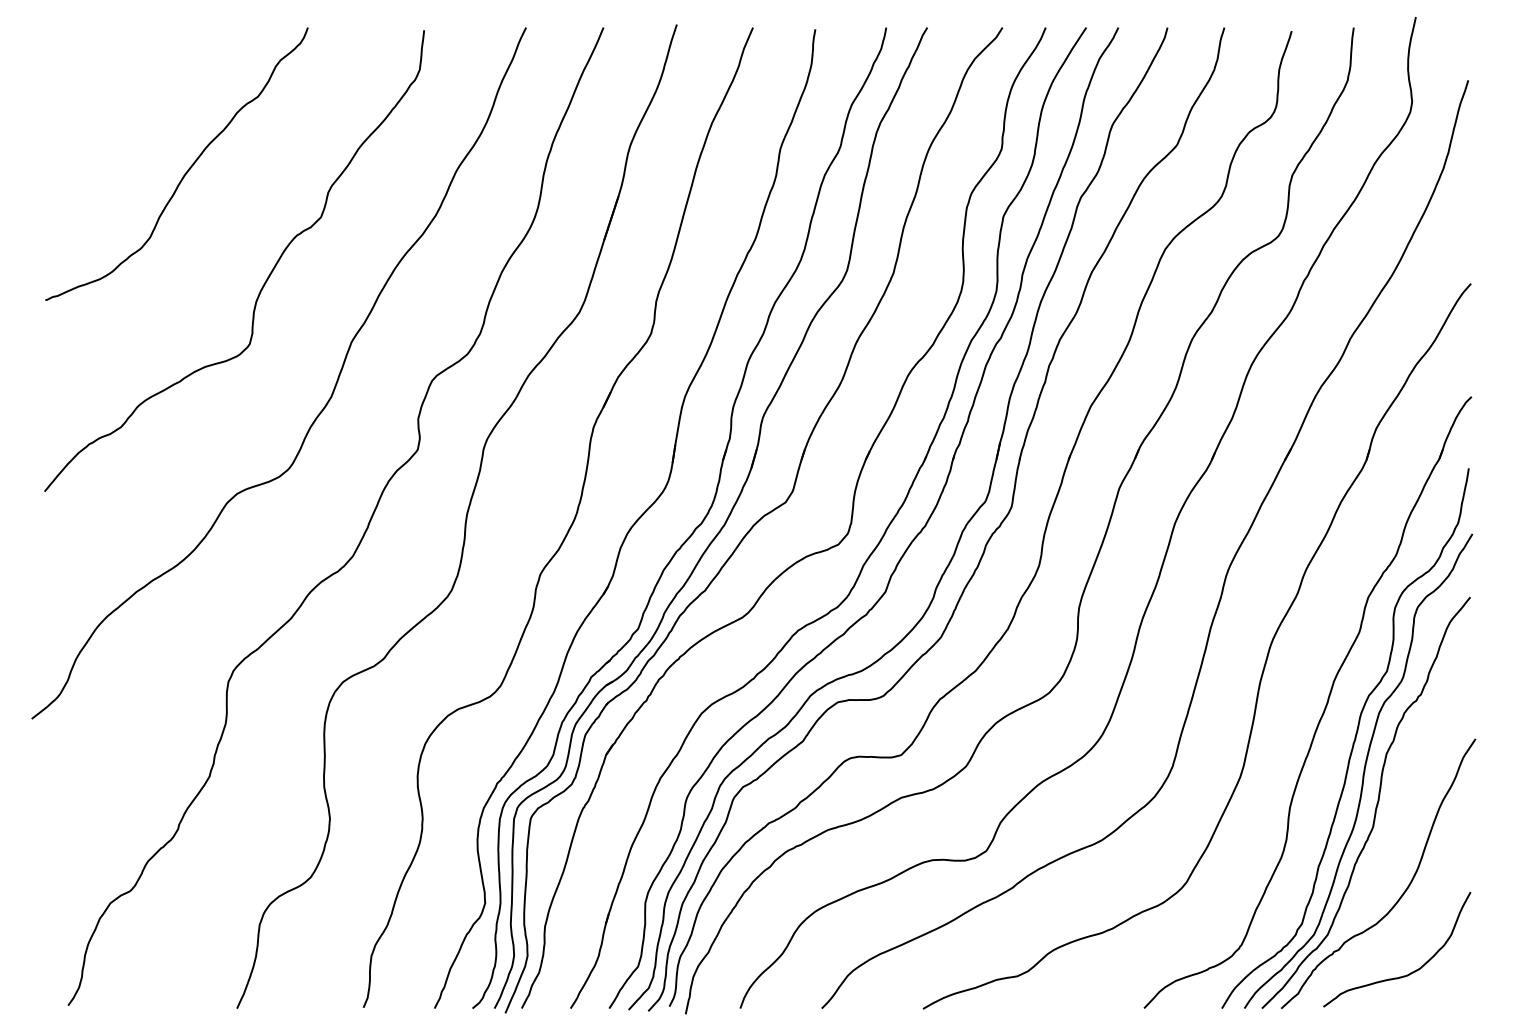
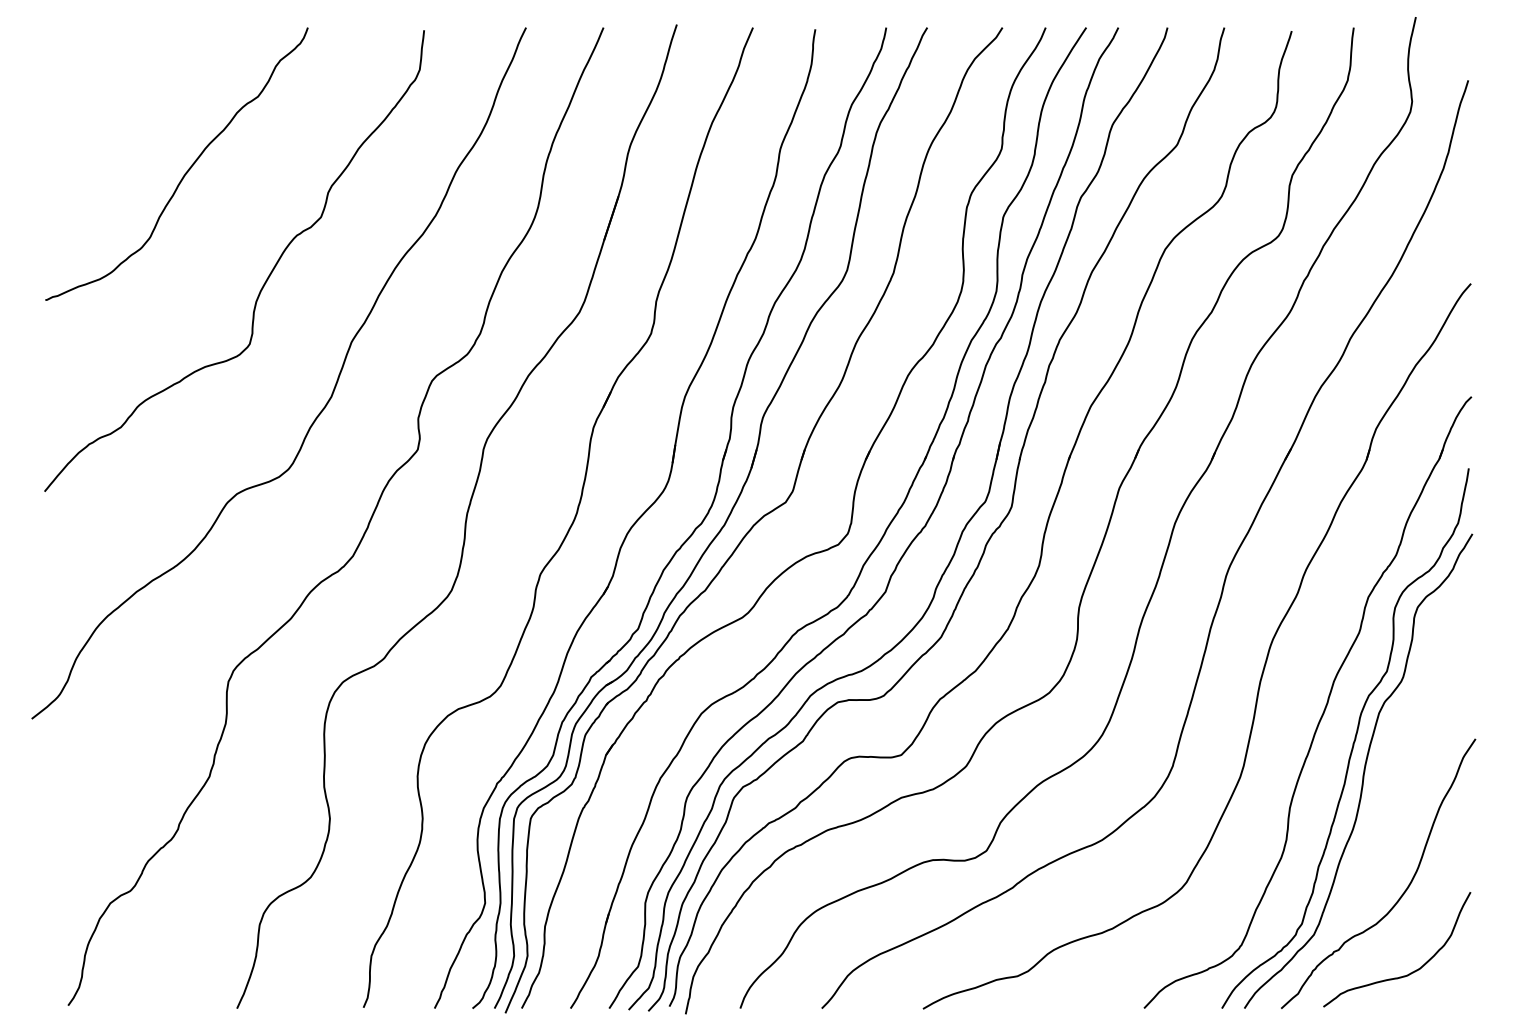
curve at (1375, 806): present -> none
